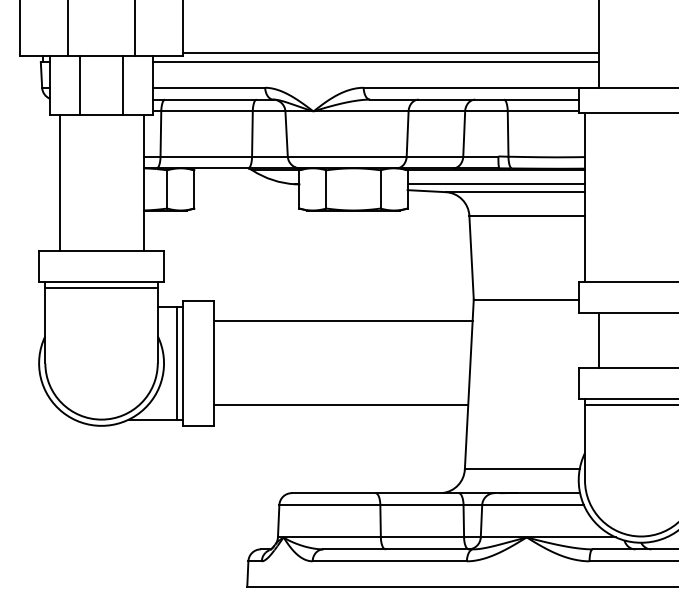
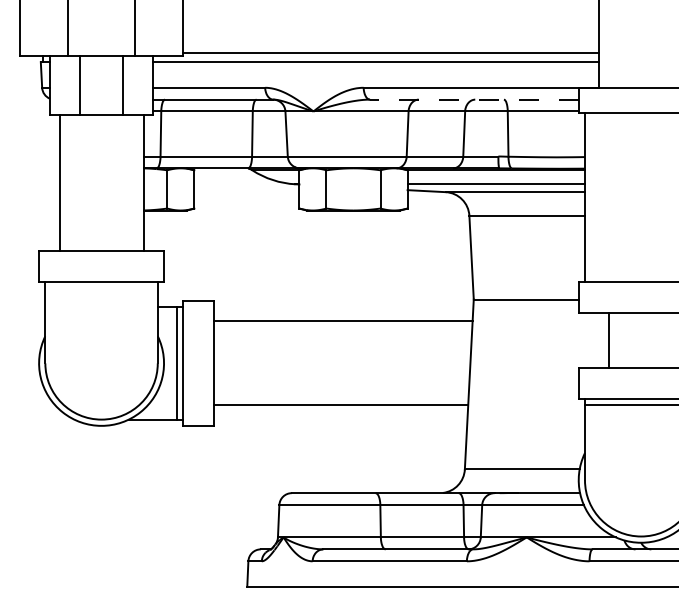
line at (473, 99): solid -> dashed
line at (101, 288): present -> none
line at (599, 339) position: (599, 339) -> (609, 339)
